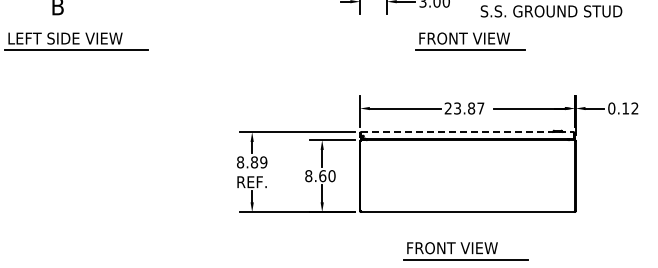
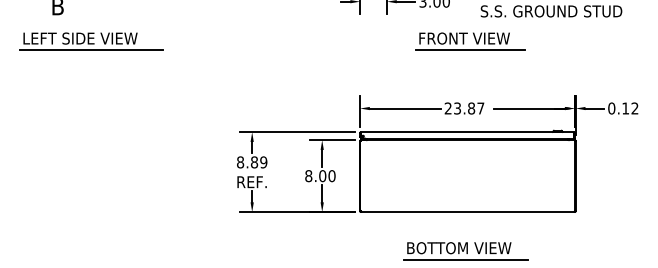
part at (76, 41) position: (76, 41) -> (91, 41)
line at (467, 132): dashed -> solid
text at (322, 175): 8.60 -> 8.00
text at (459, 248): FRONT VIEW -> BOTTOM VIEW
